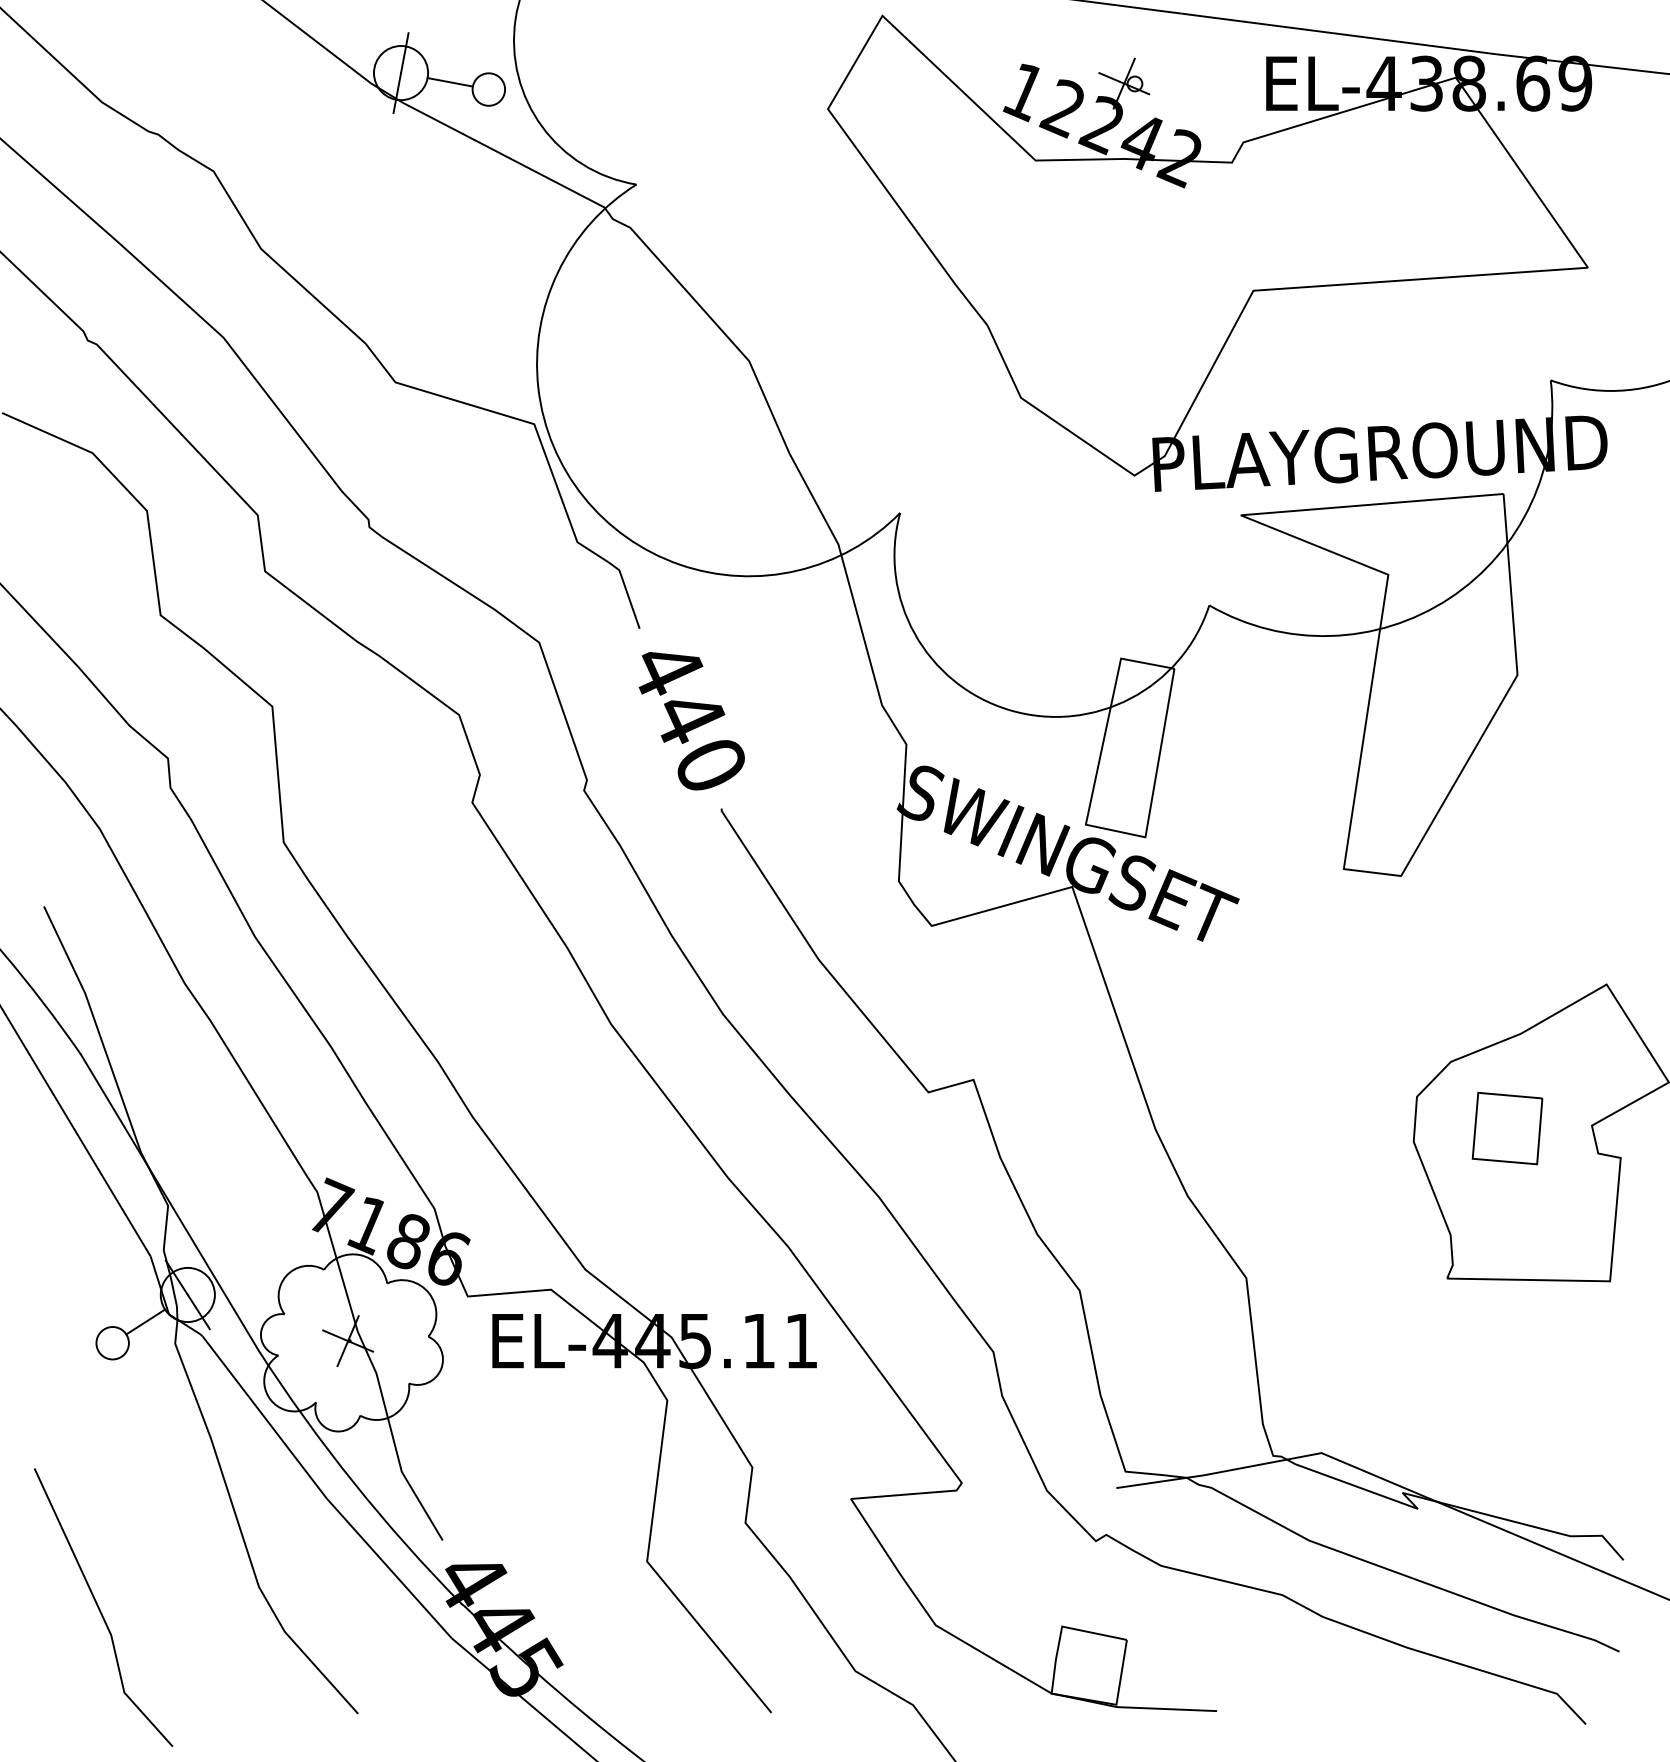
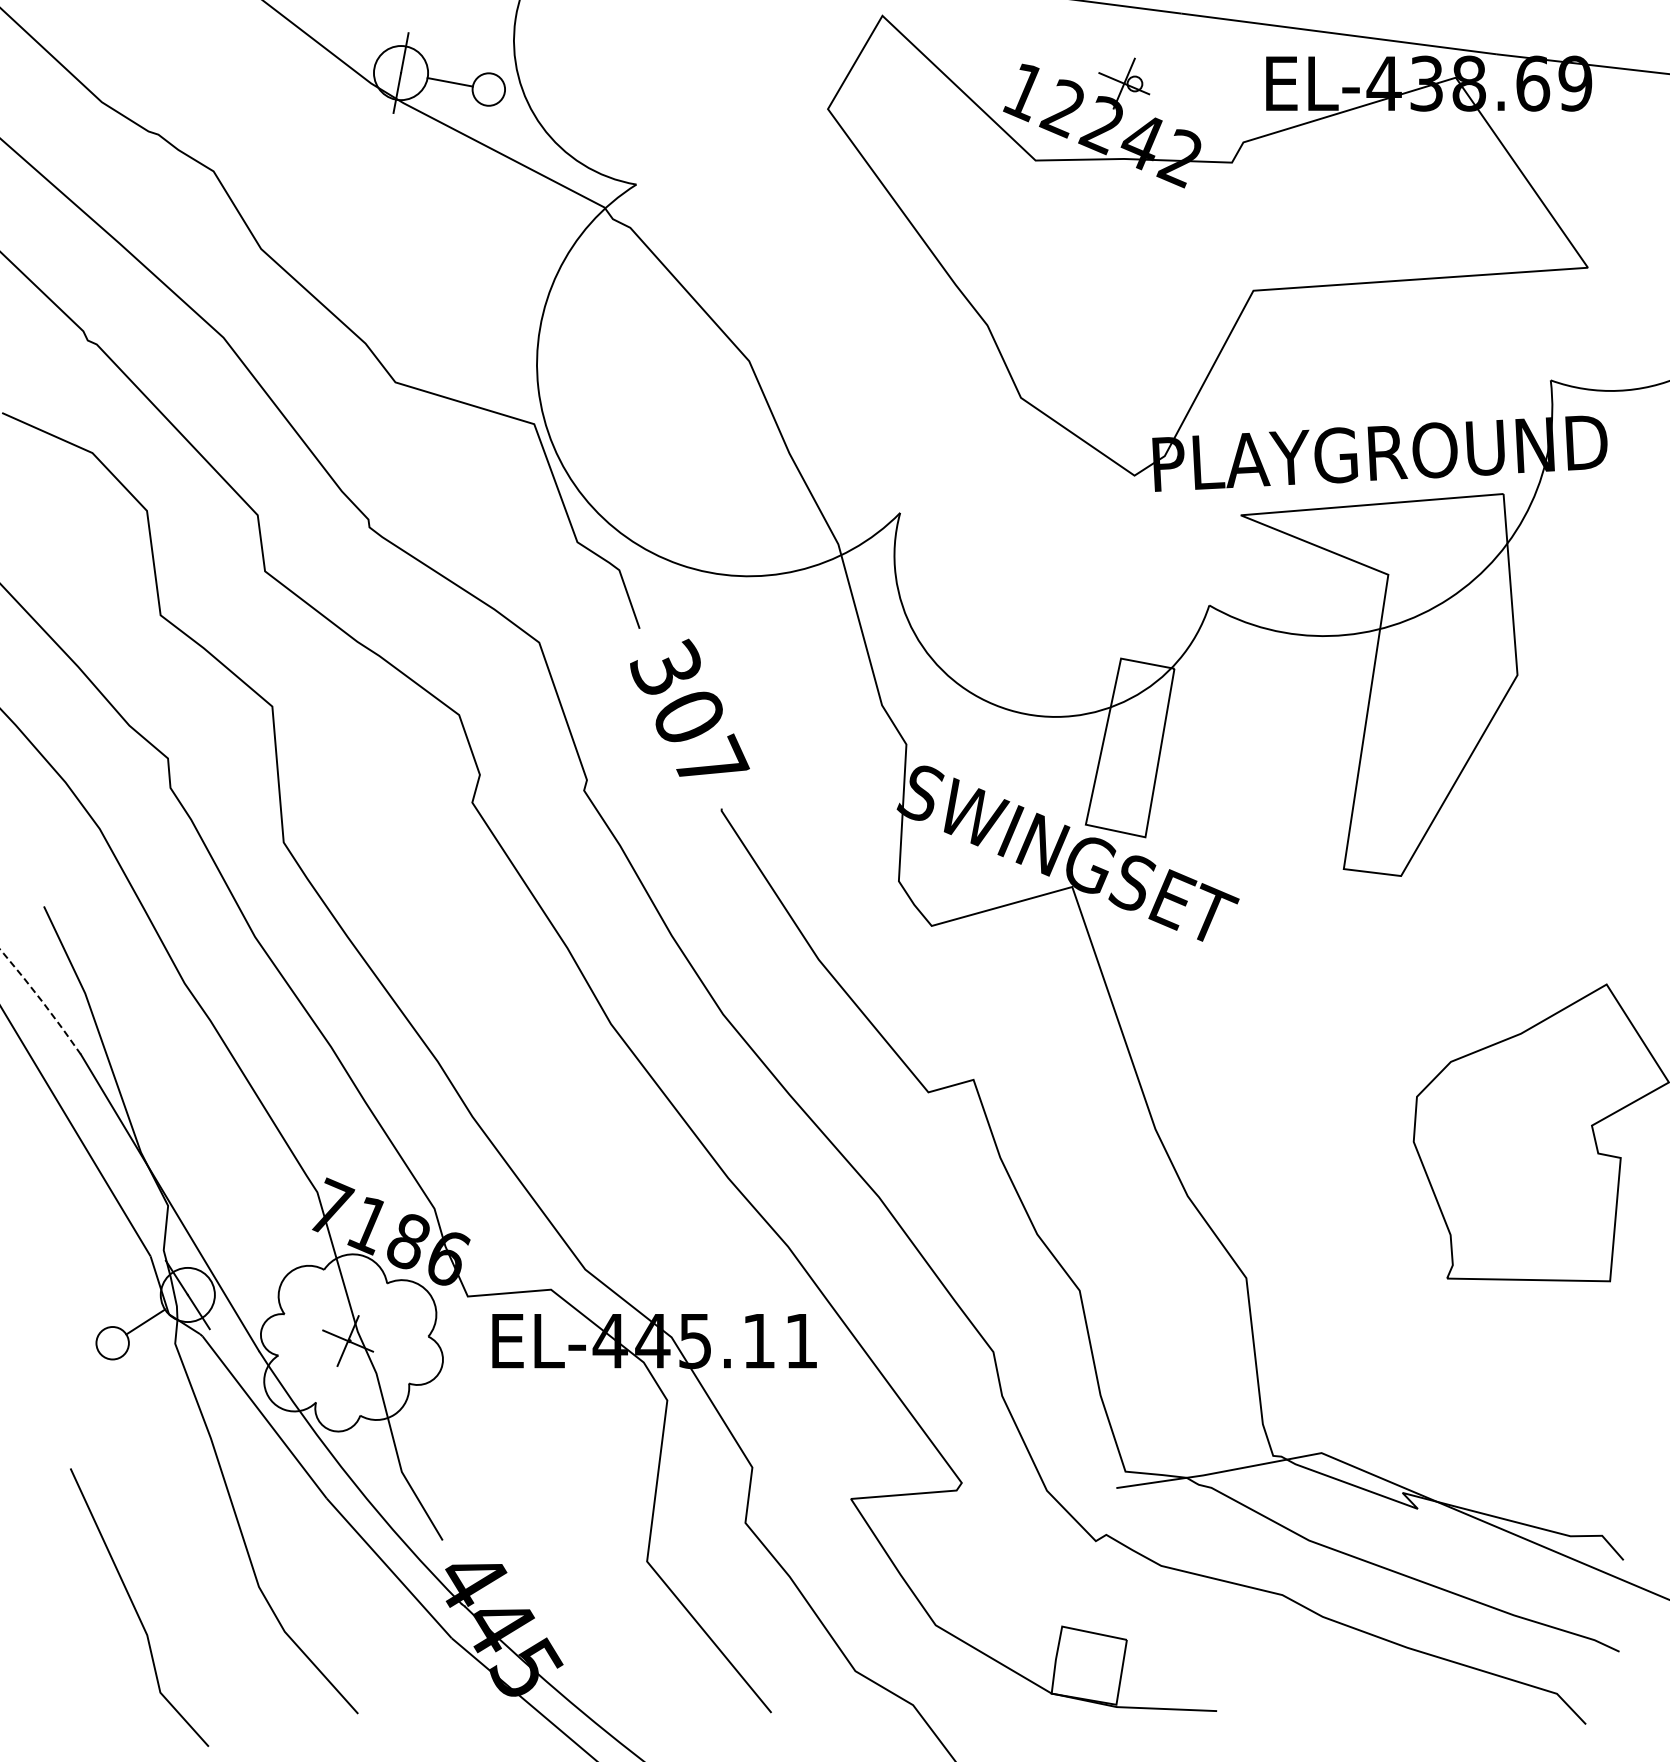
text at (689, 714): 440 -> 307
arc at (41, 1000): solid -> dashed
part at (1507, 1128): present -> none
line at (100, 1609) position: (100, 1609) -> (136, 1609)
